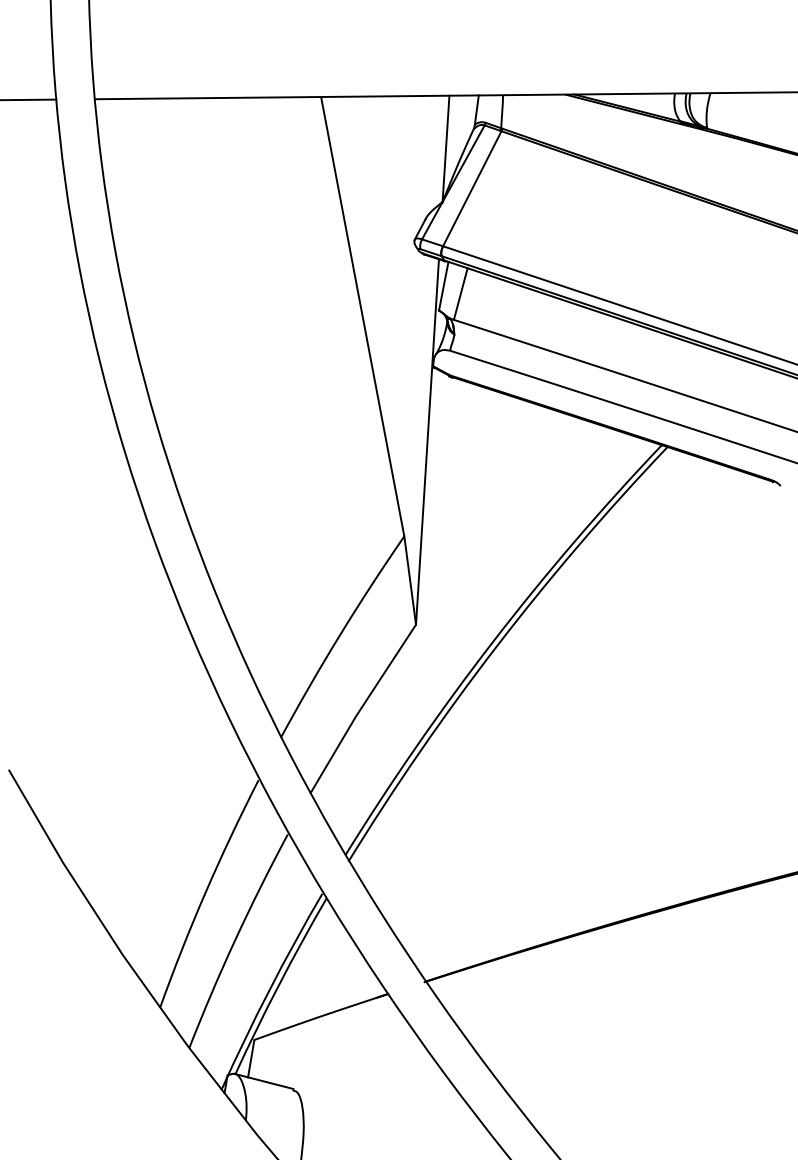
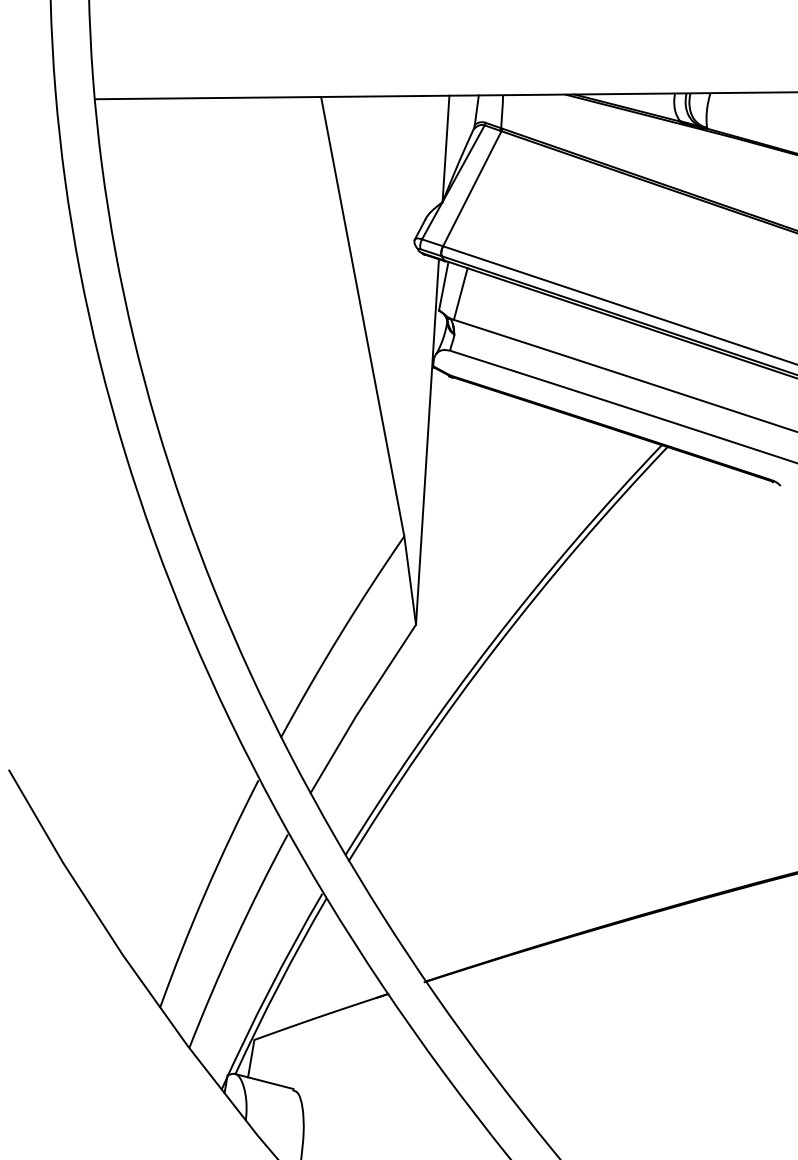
line at (29, 99): present -> none
